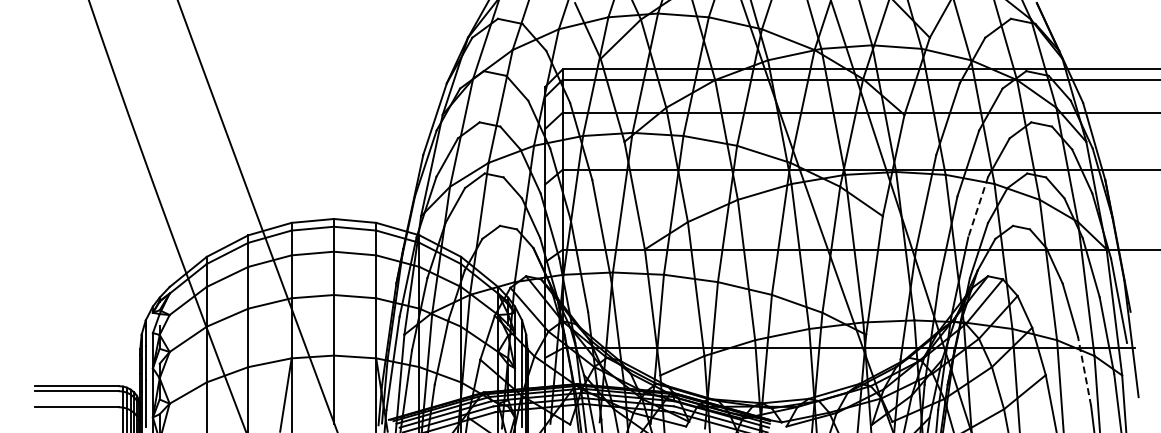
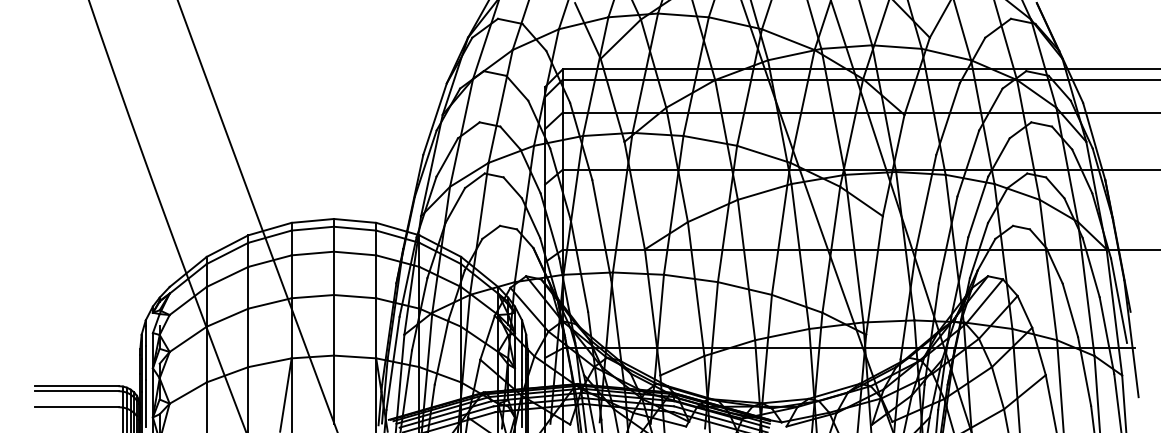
line at (978, 207): dashed -> solid
line at (1084, 370): dashed -> solid
